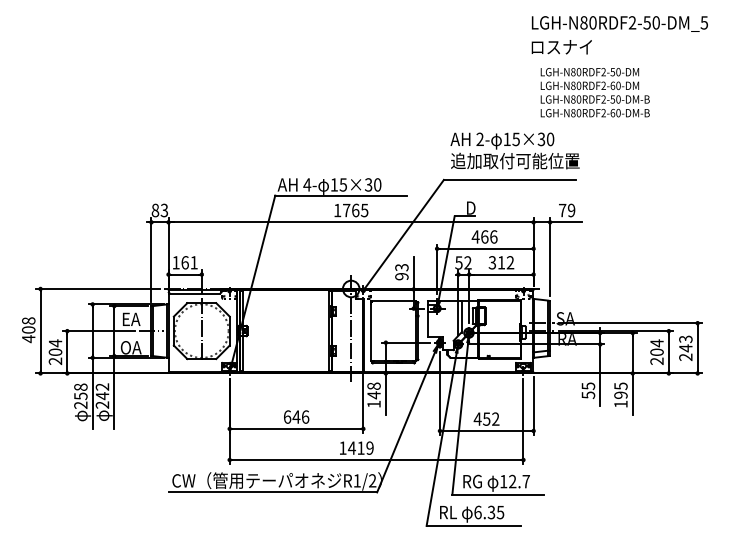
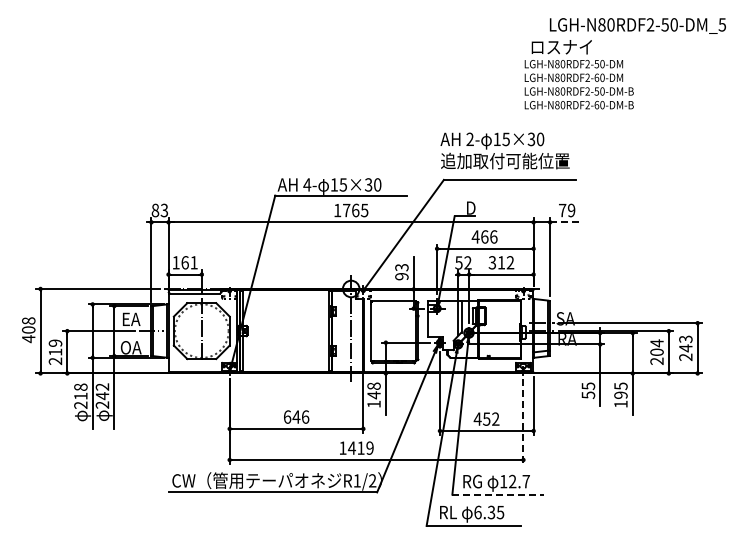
text at (619, 23) position: (619, 23) -> (637, 25)
text at (594, 92) position: (594, 92) -> (578, 84)
text at (514, 150) position: (514, 150) -> (504, 150)
line at (565, 222): solid -> dashed
text at (55, 347): 204 -> 219
text at (80, 395): 258 -> 218
line at (523, 422): solid -> dashed
line at (497, 494): solid -> dashed
